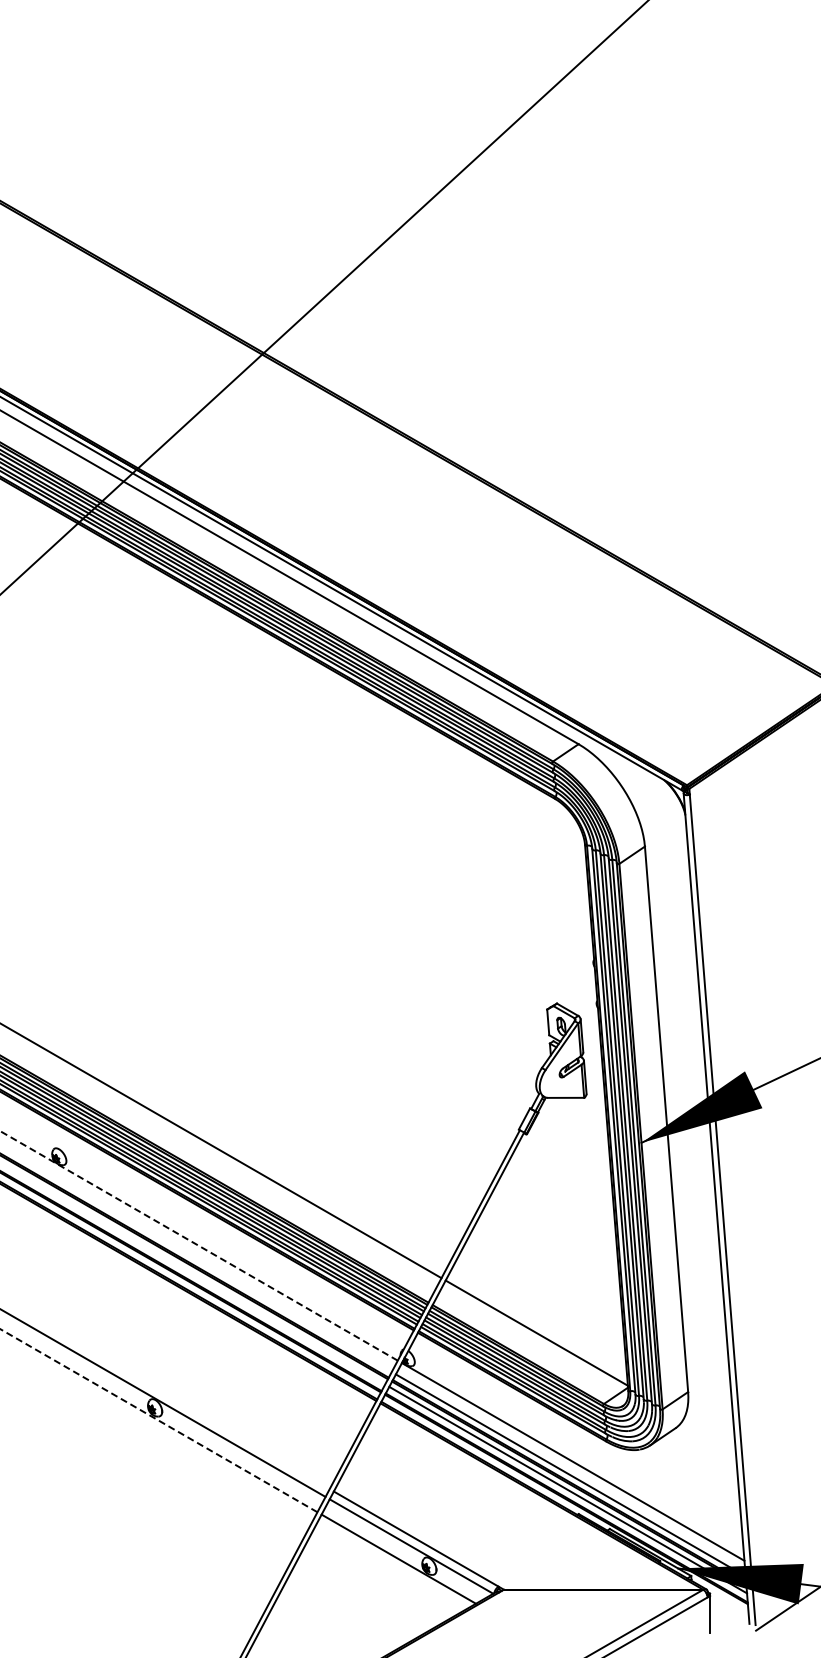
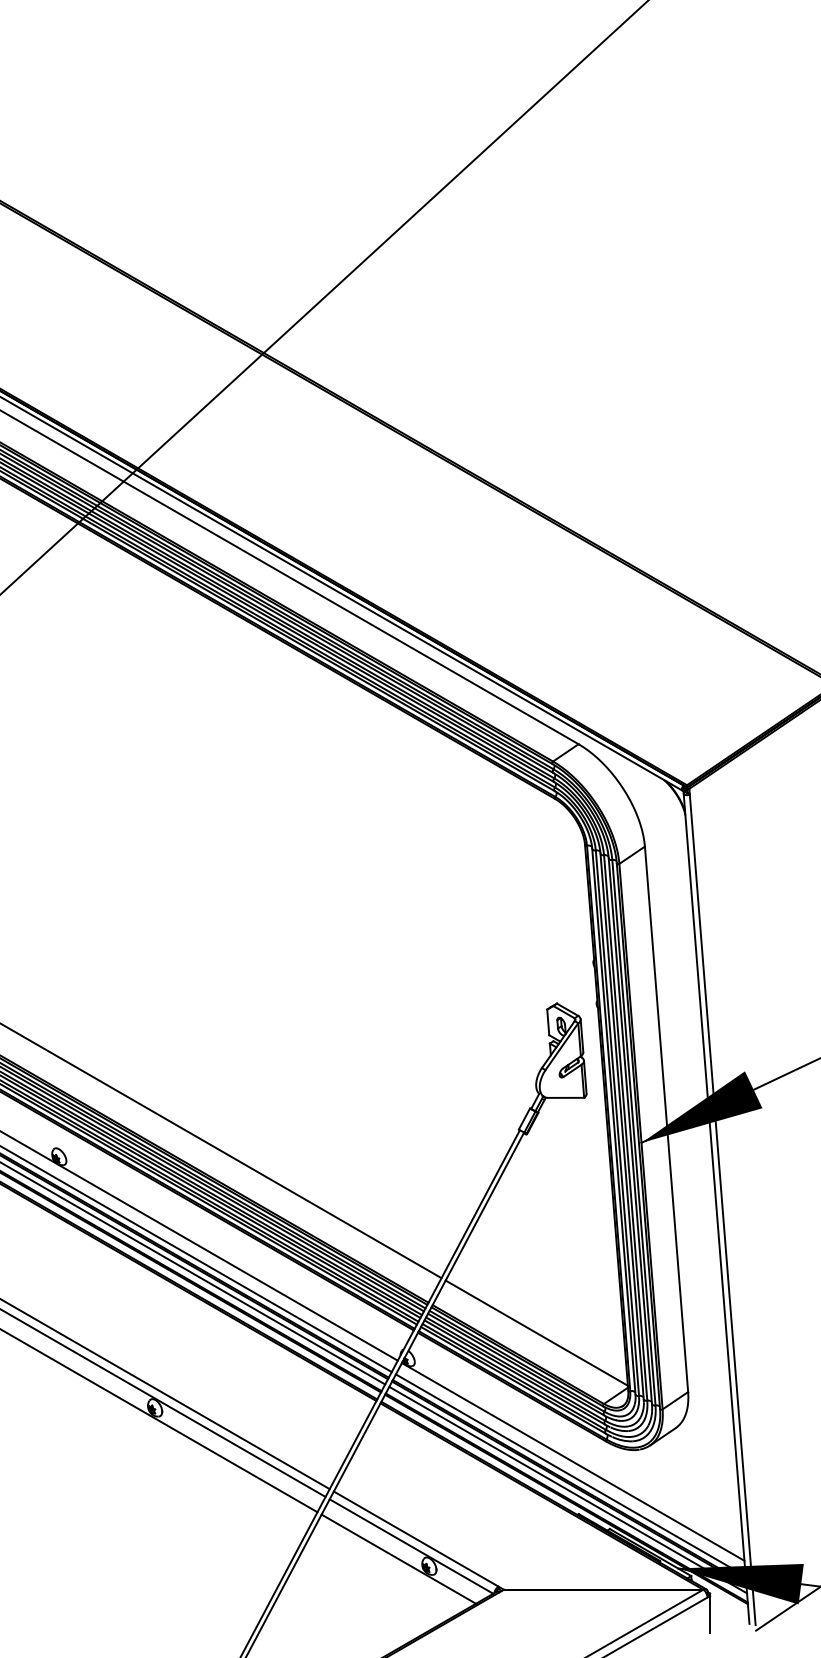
line at (198, 1245): dashed -> solid
line at (196, 1259): none -> present
line at (193, 1273): none -> present
line at (165, 1394): none -> present
line at (159, 1420): dashed -> solid
